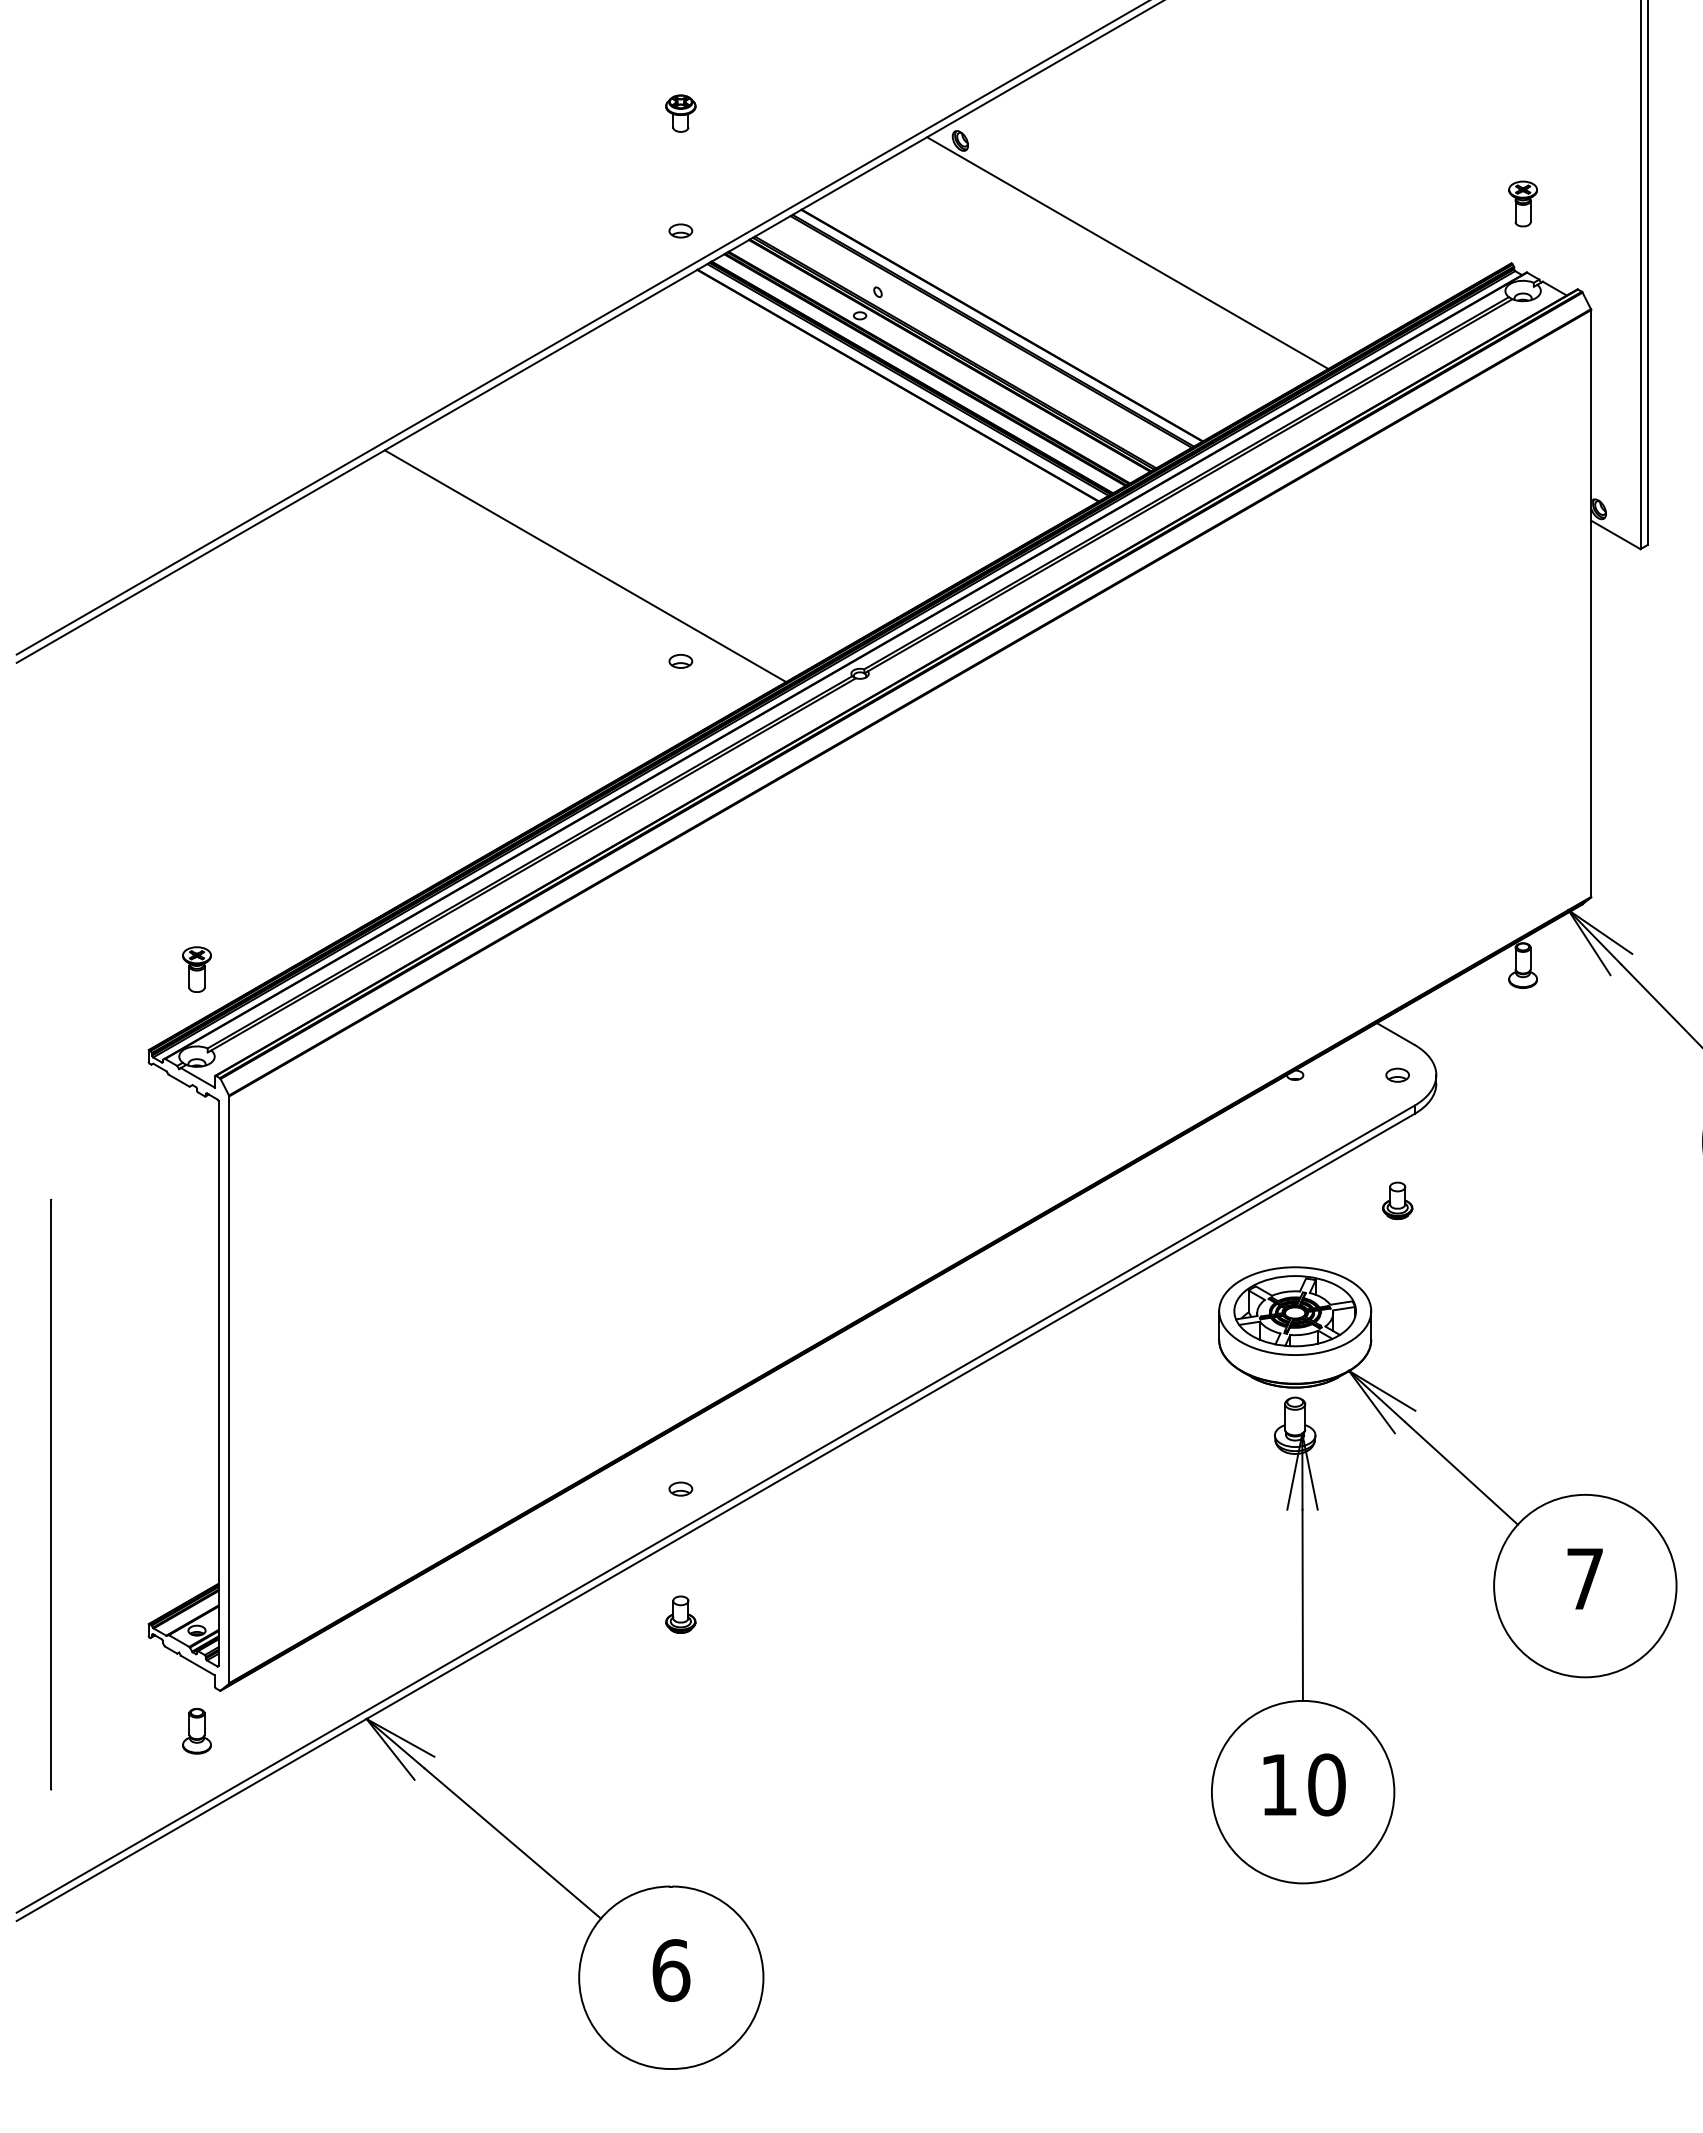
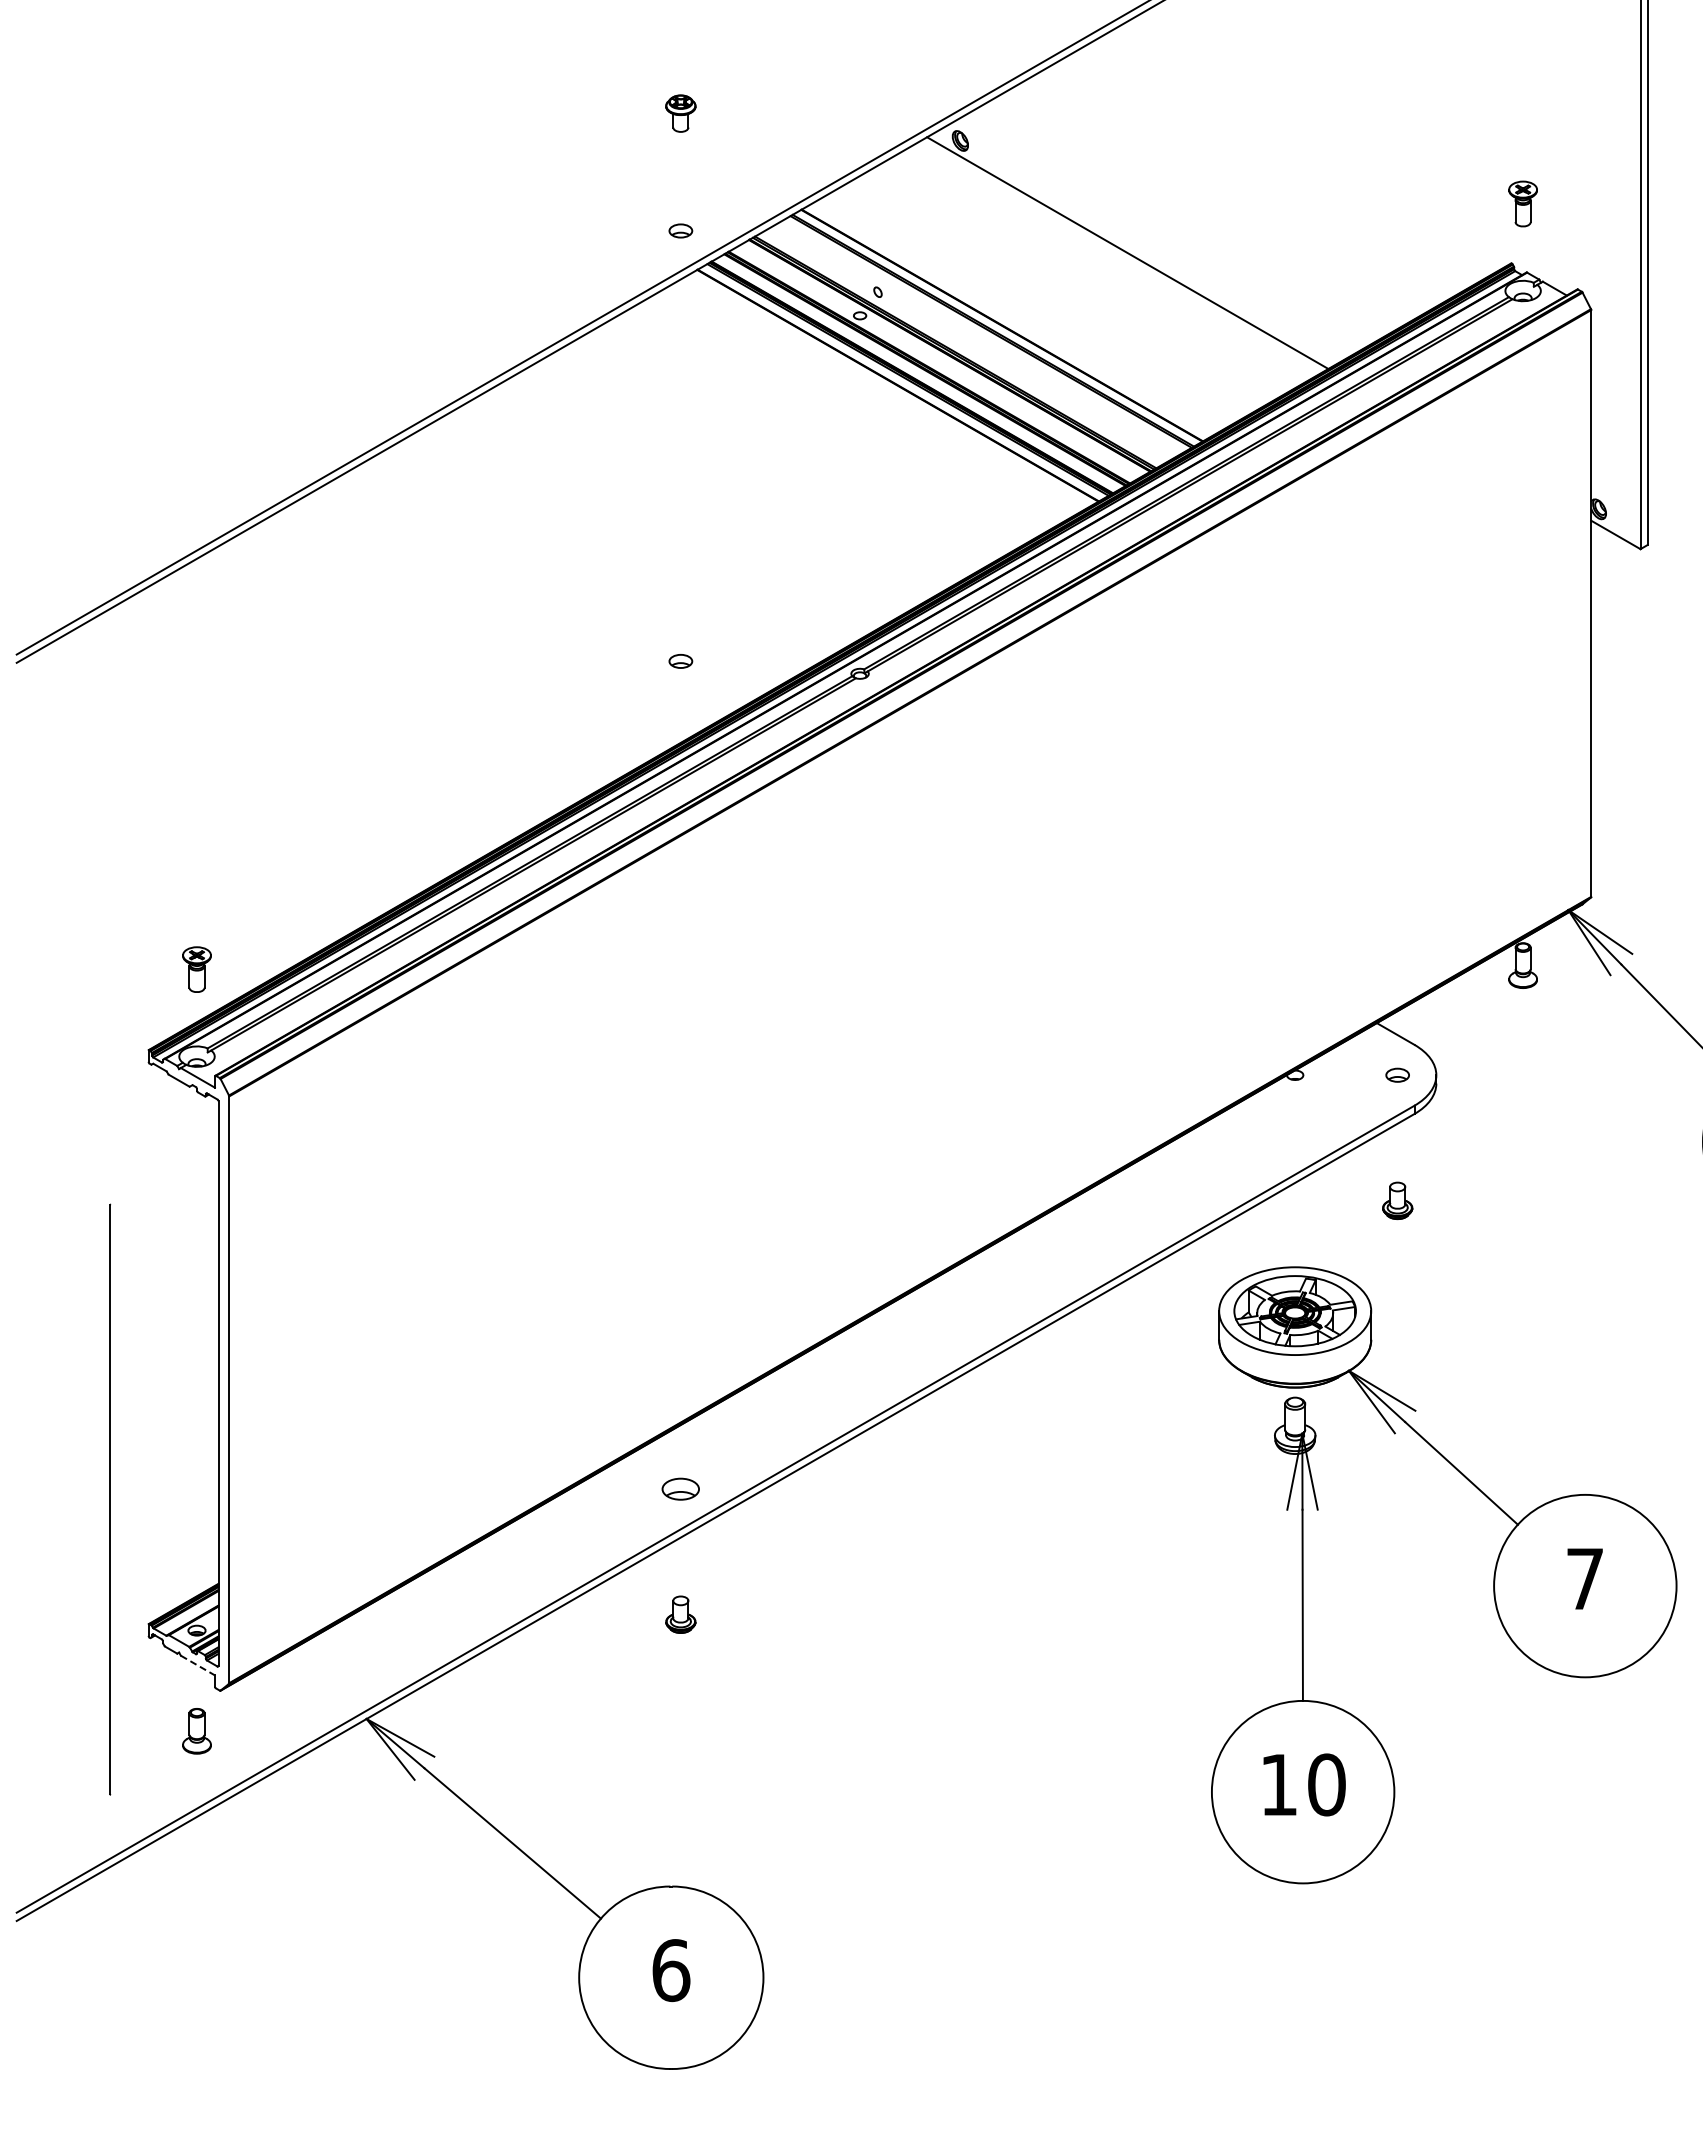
line at (585, 566): present -> none
part at (680, 1488) size: 26x16 px -> 39x24 px
line at (51, 1494) position: (51, 1494) -> (110, 1499)
line at (197, 1665): solid -> dashed
